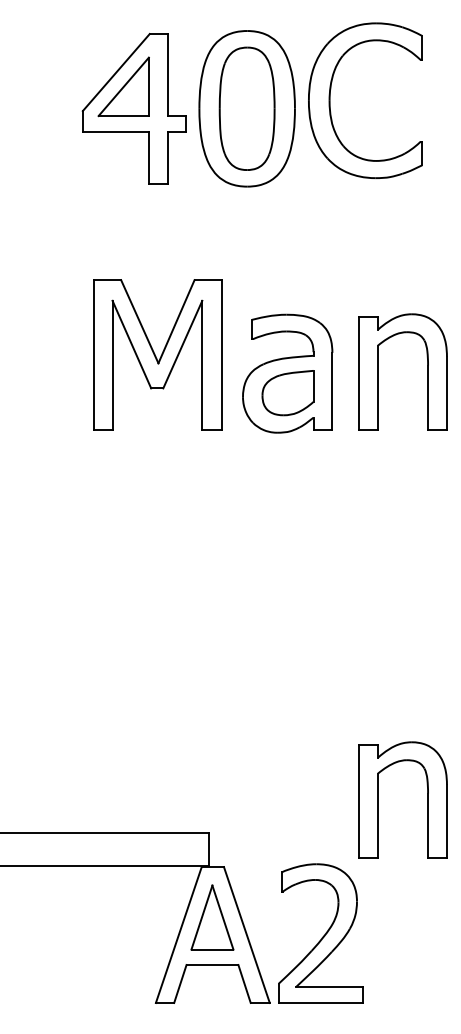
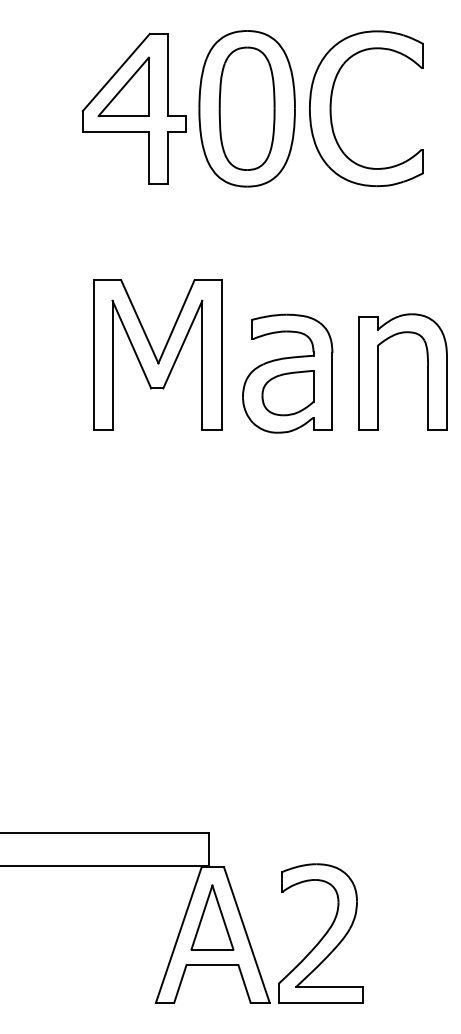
part at (330, 100) position: (330, 100) -> (331, 108)
part at (378, 799): present -> none
